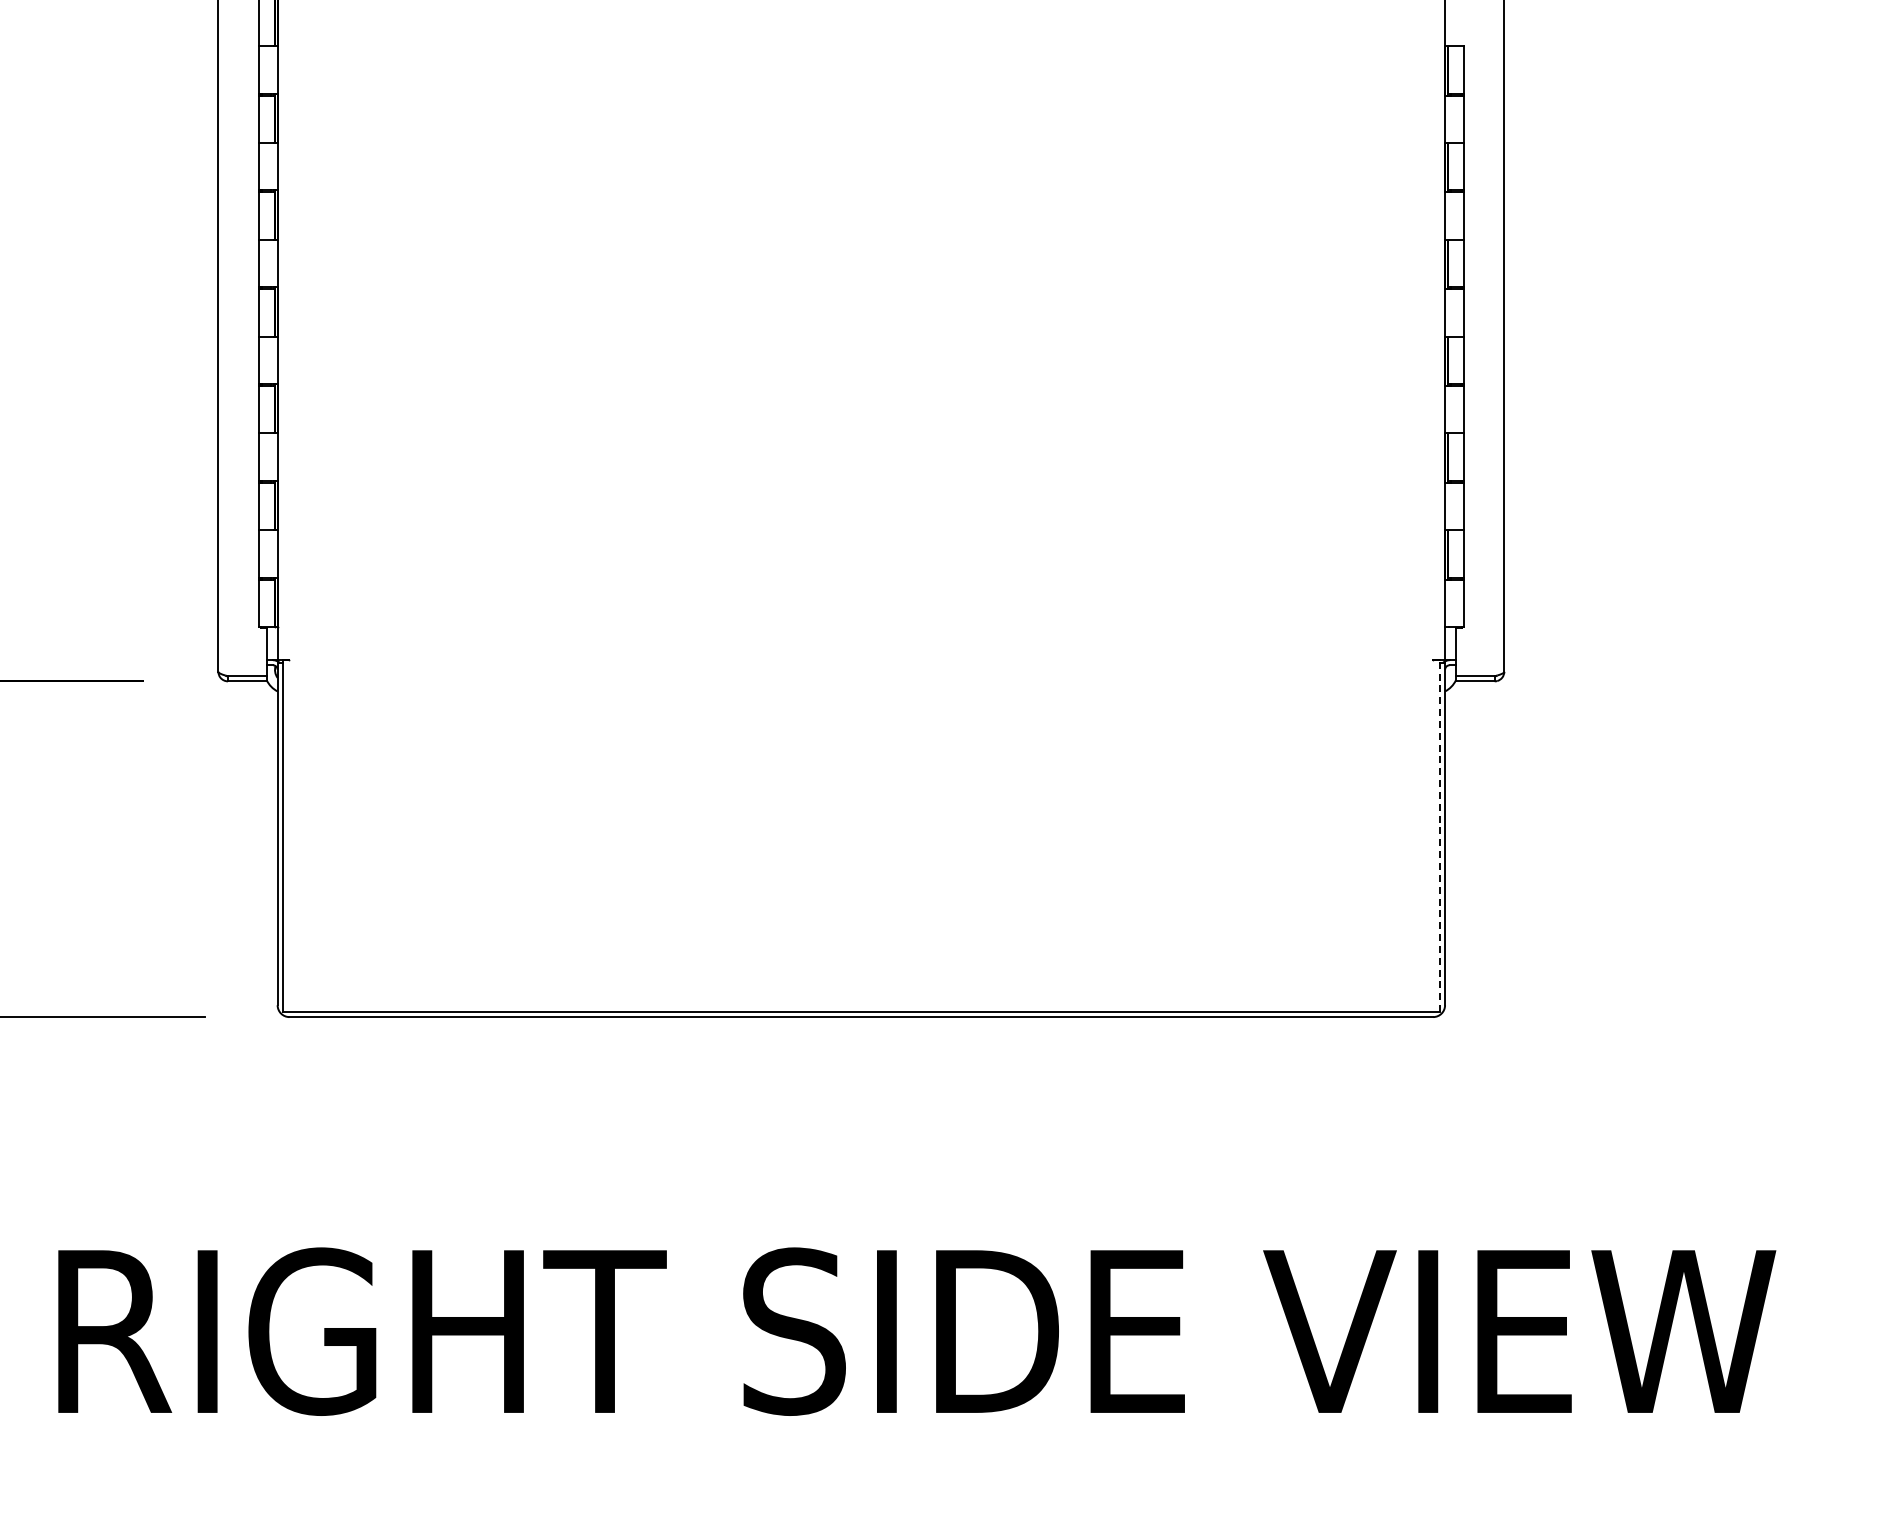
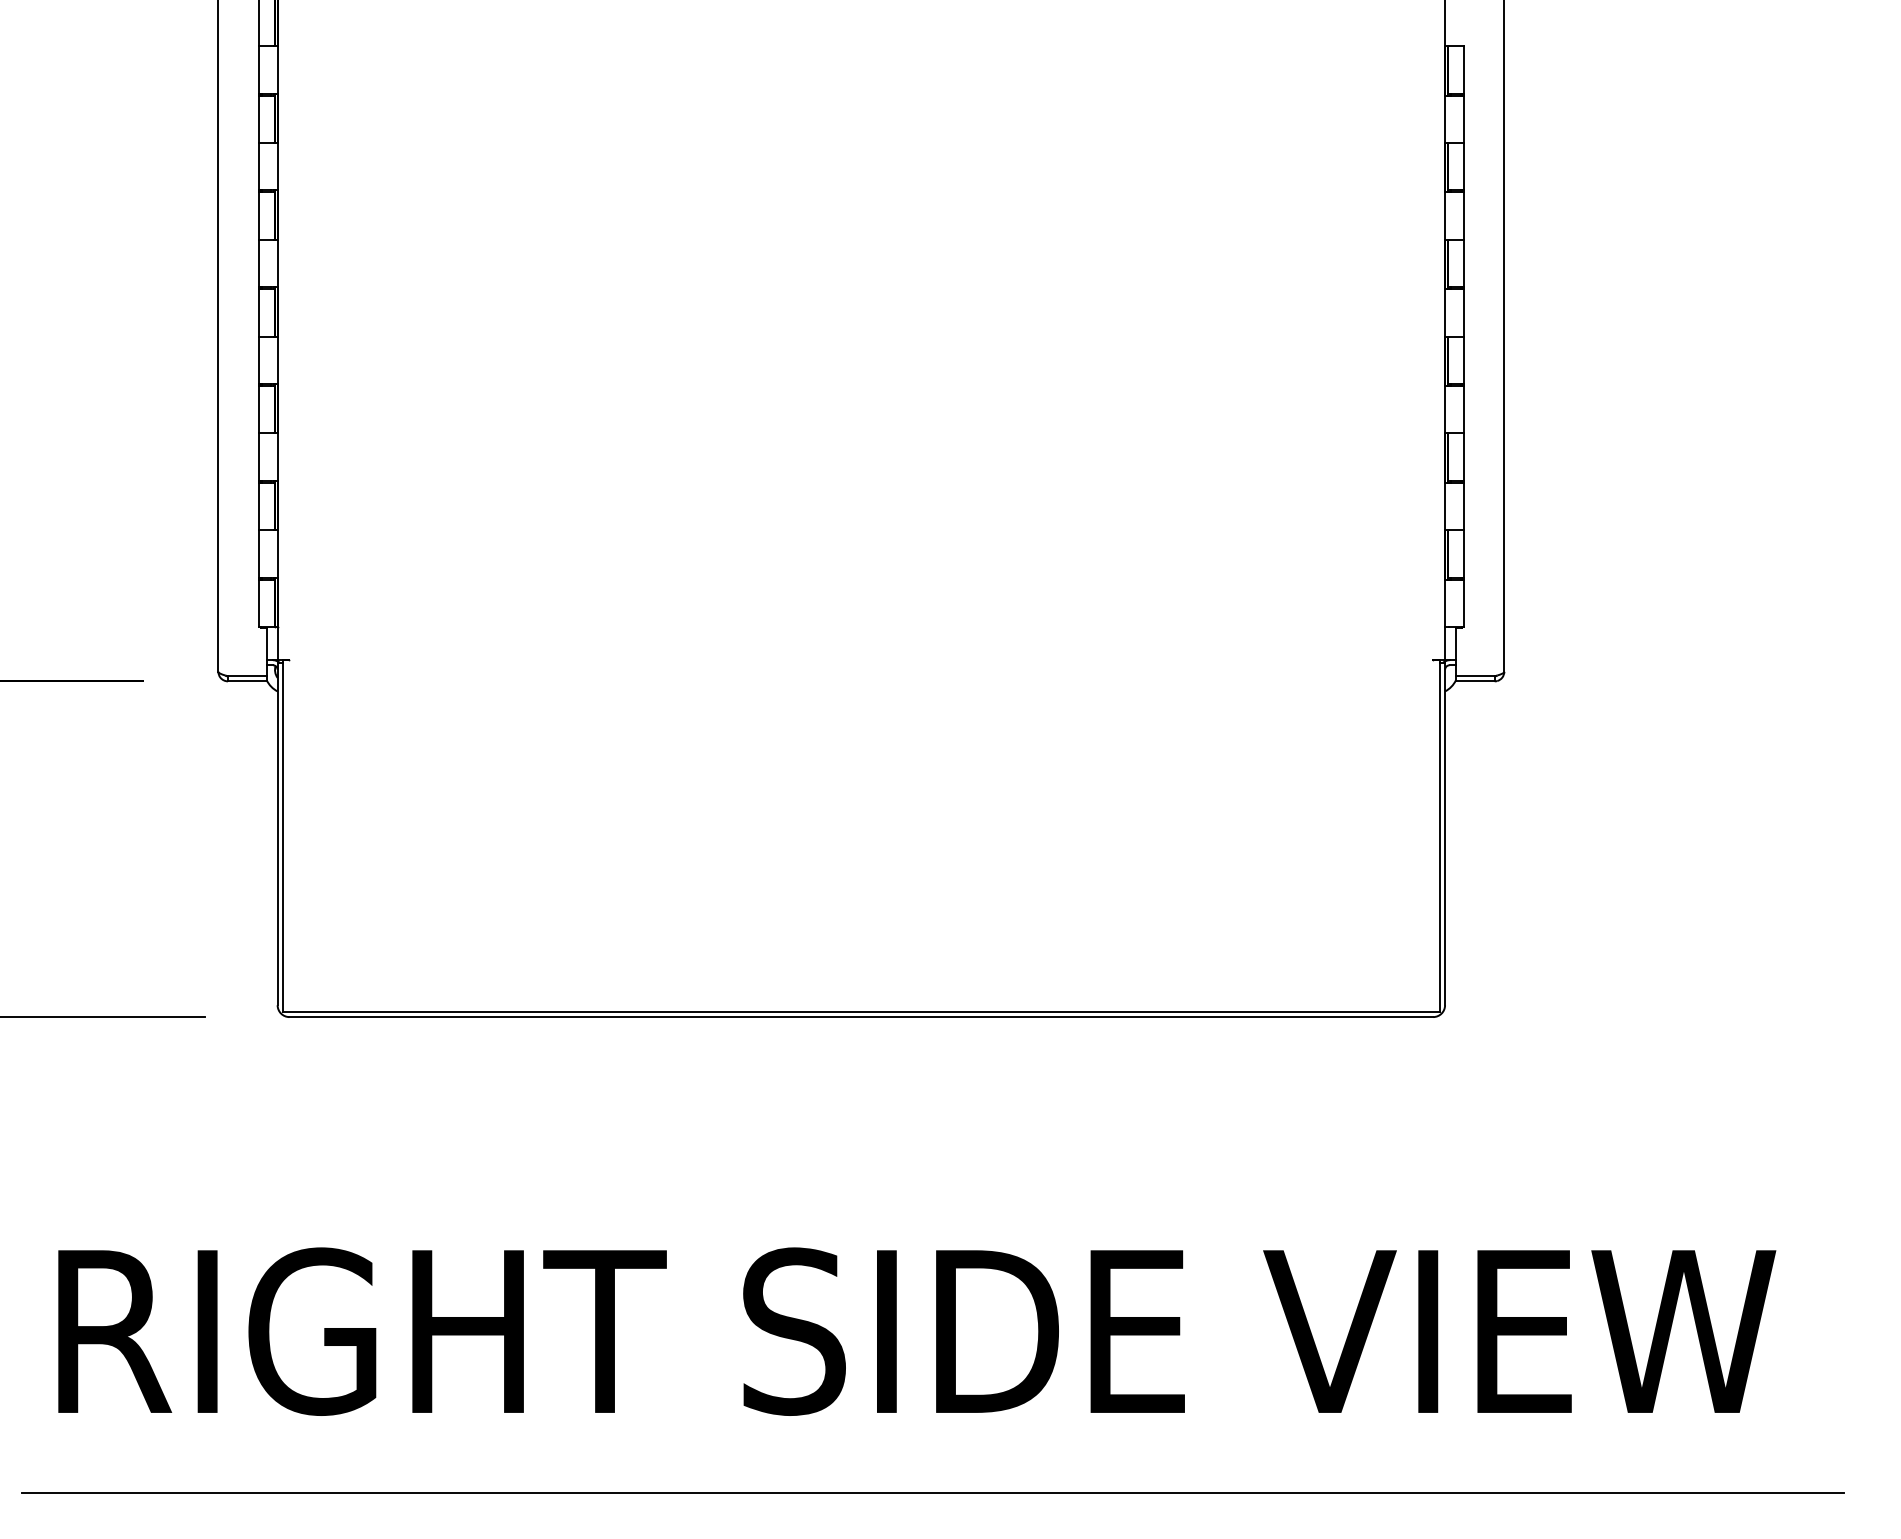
line at (1440, 836): dashed -> solid
line at (932, 1492): none -> present
